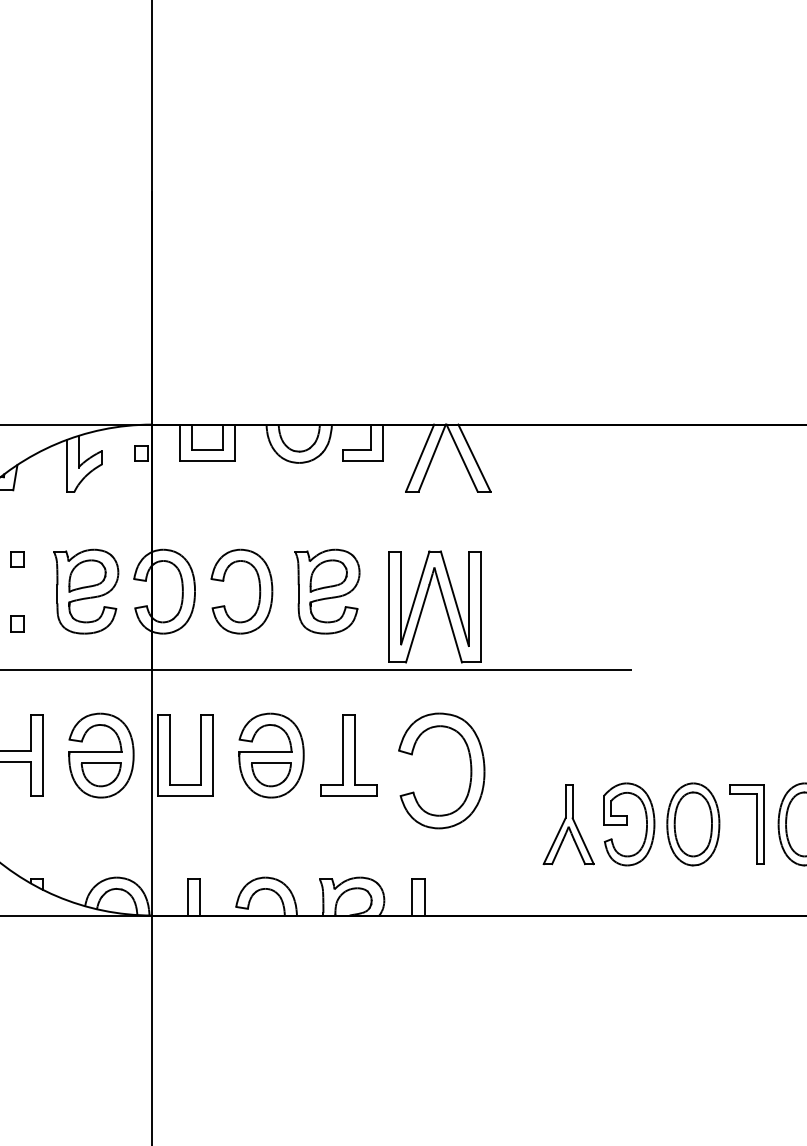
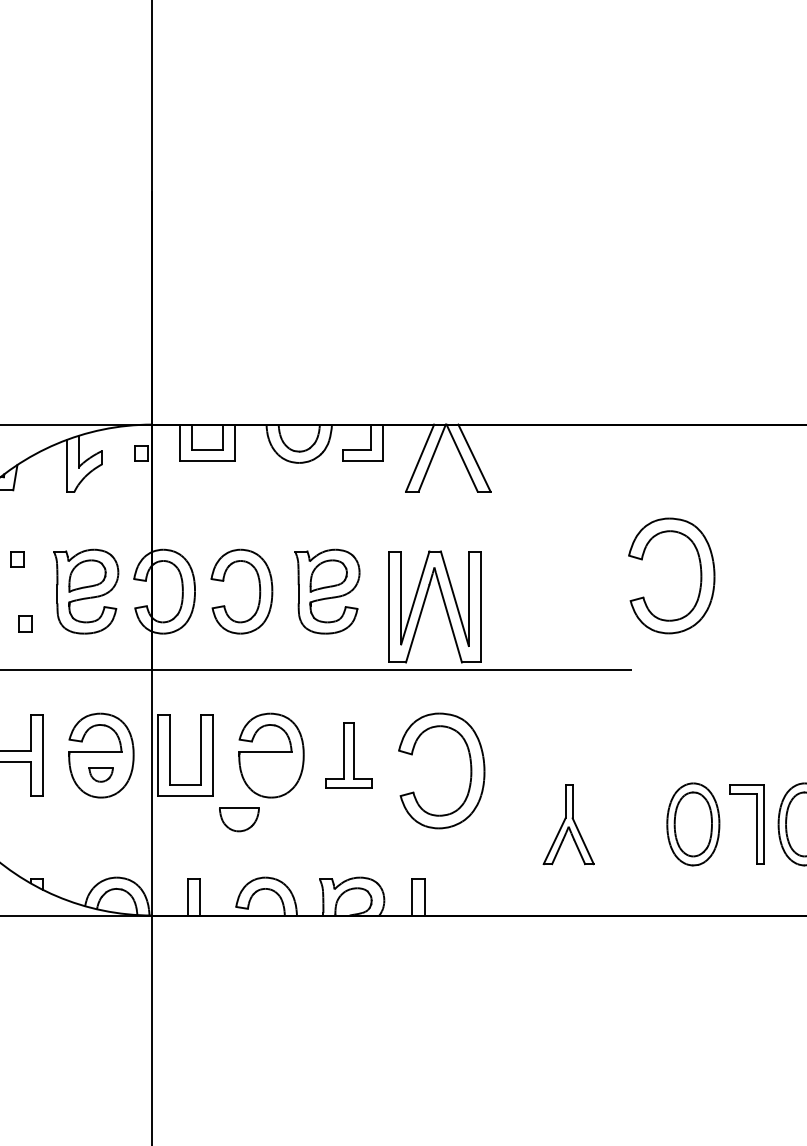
part at (700, 575): none -> present
part at (17, 623) position: (17, 623) -> (25, 623)
part at (348, 755) size: 58x83 px -> 48x67 px
part at (100, 774) size: 42x26 px -> 26x16 px
part at (271, 774) position: (271, 774) -> (239, 819)
part at (629, 824): present -> none
